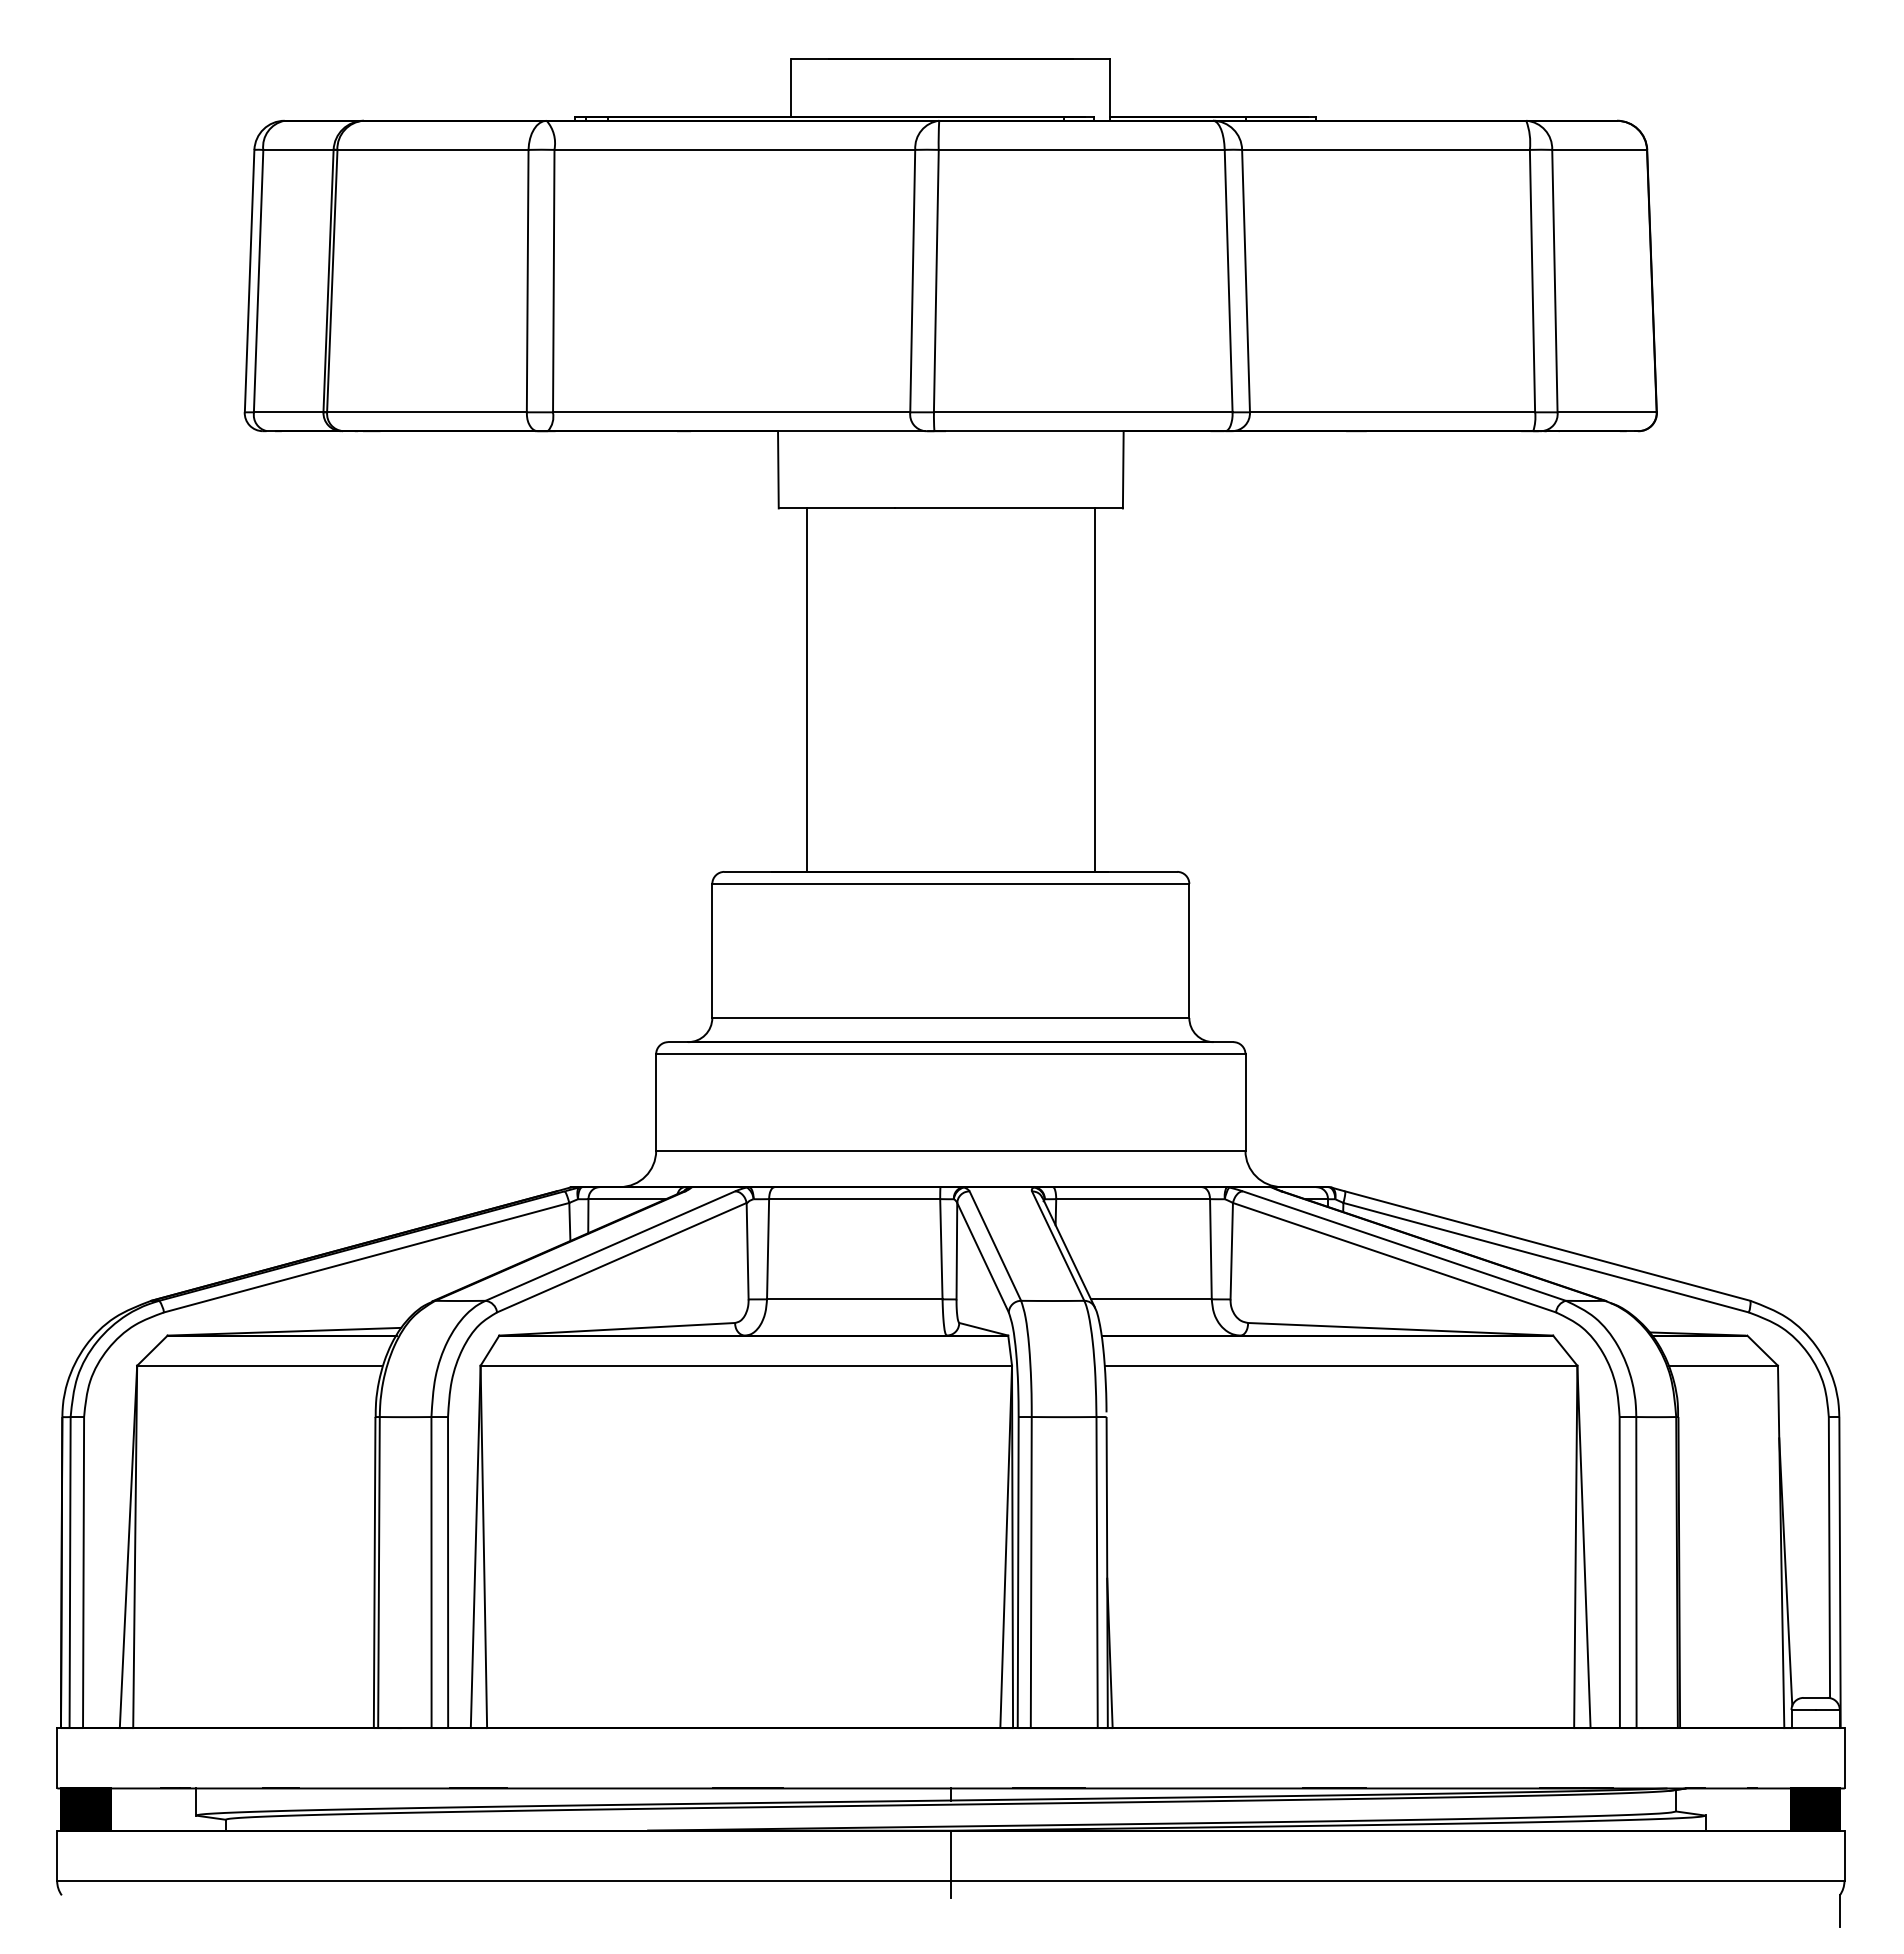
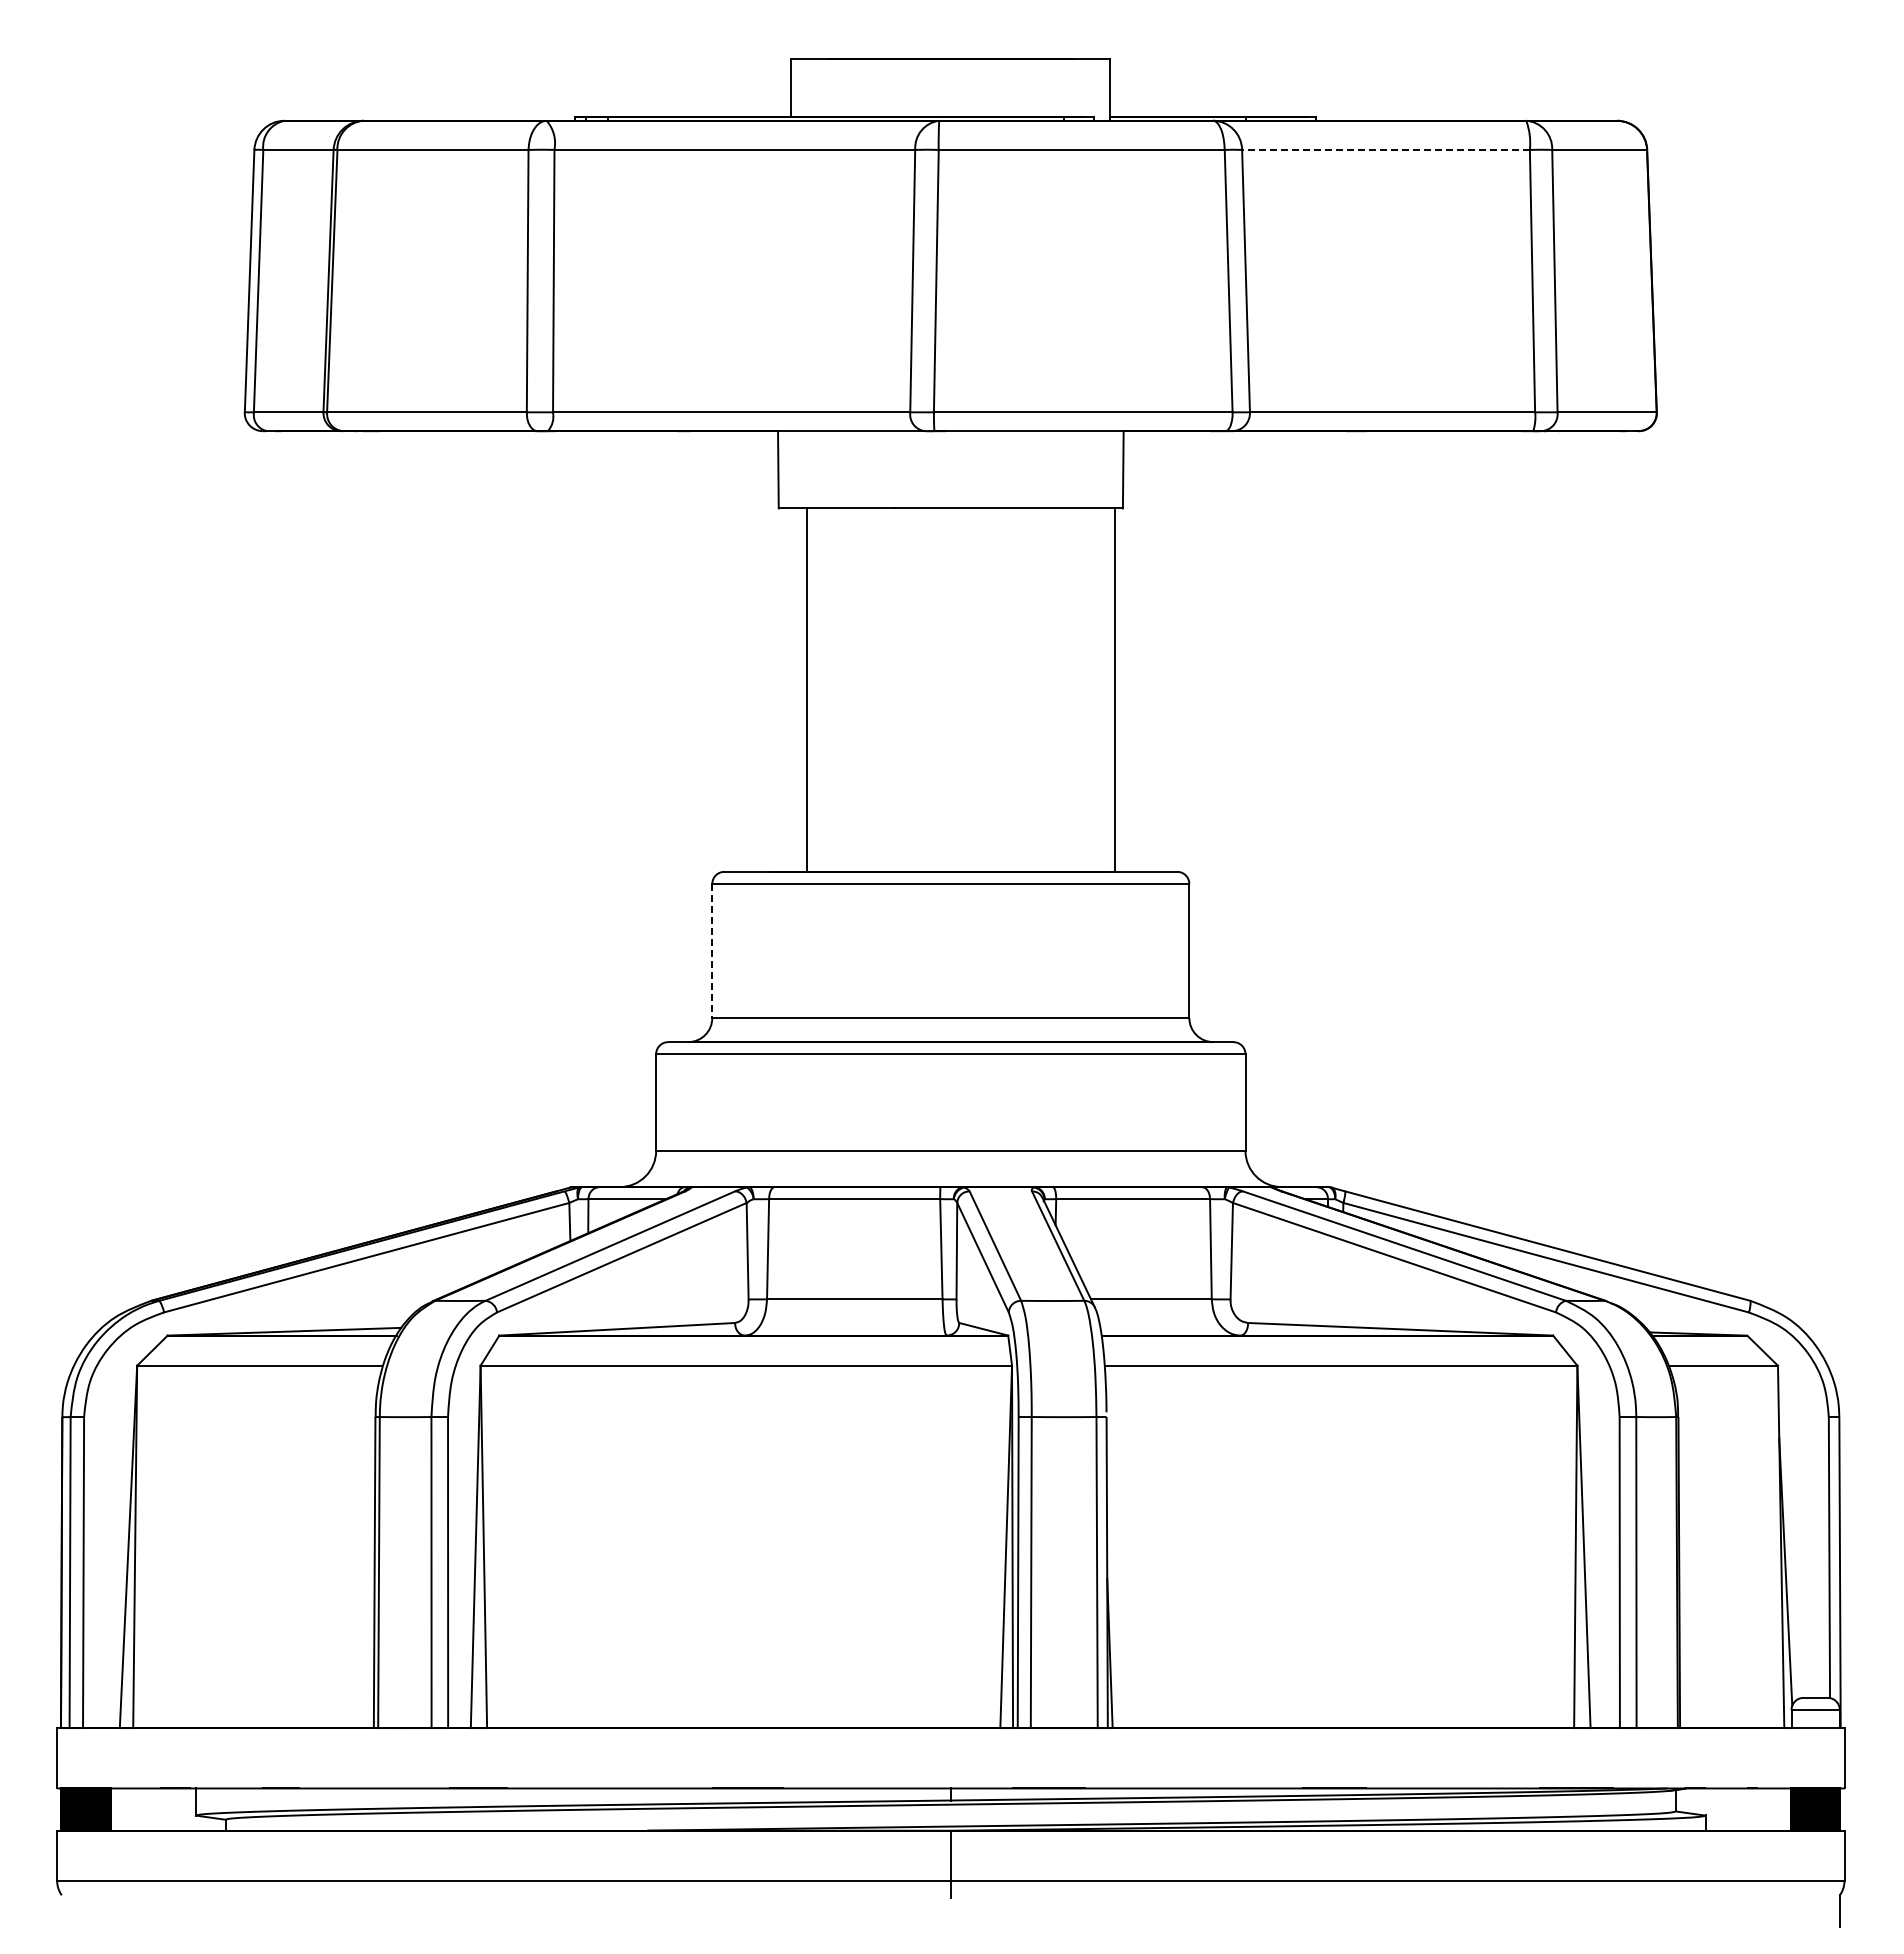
line at (1386, 149): solid -> dashed
line at (1094, 689) position: (1094, 689) -> (1114, 689)
line at (712, 951): solid -> dashed
